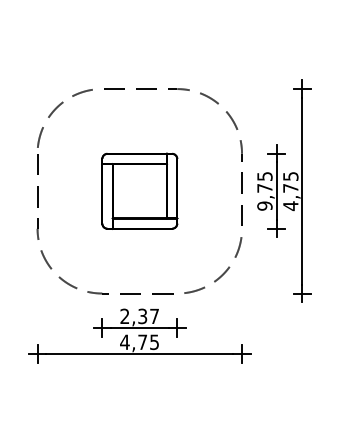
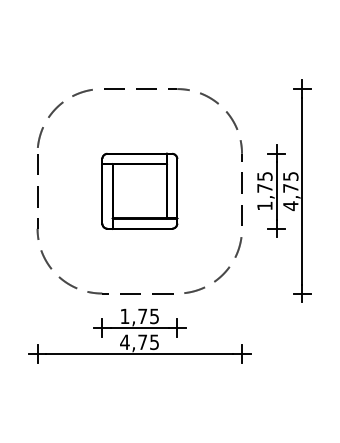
text at (264, 205): 9,75 -> 1,75
text at (139, 316): 2,37 -> 1,75
